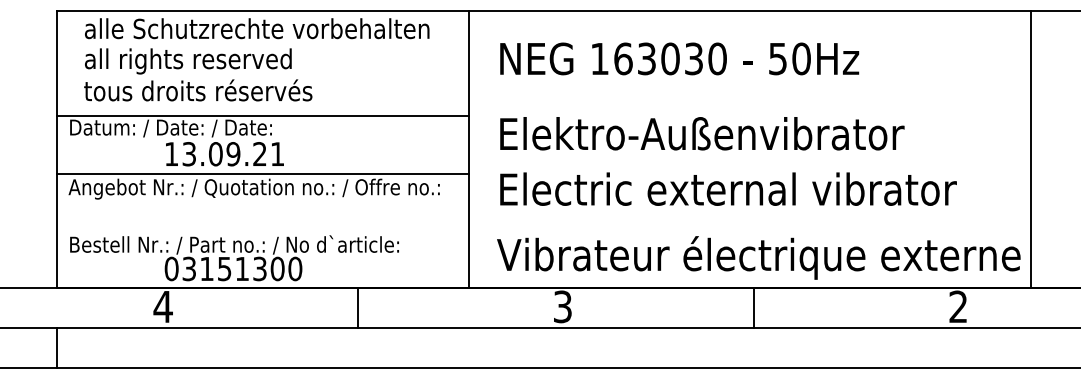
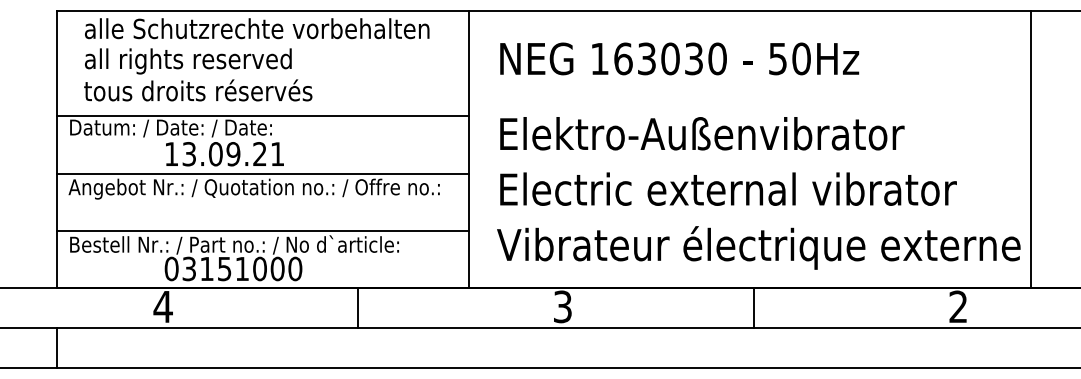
line at (262, 231): none -> present
text at (758, 257) position: (758, 257) -> (758, 247)
text at (259, 268): 03151300 -> 03151000
